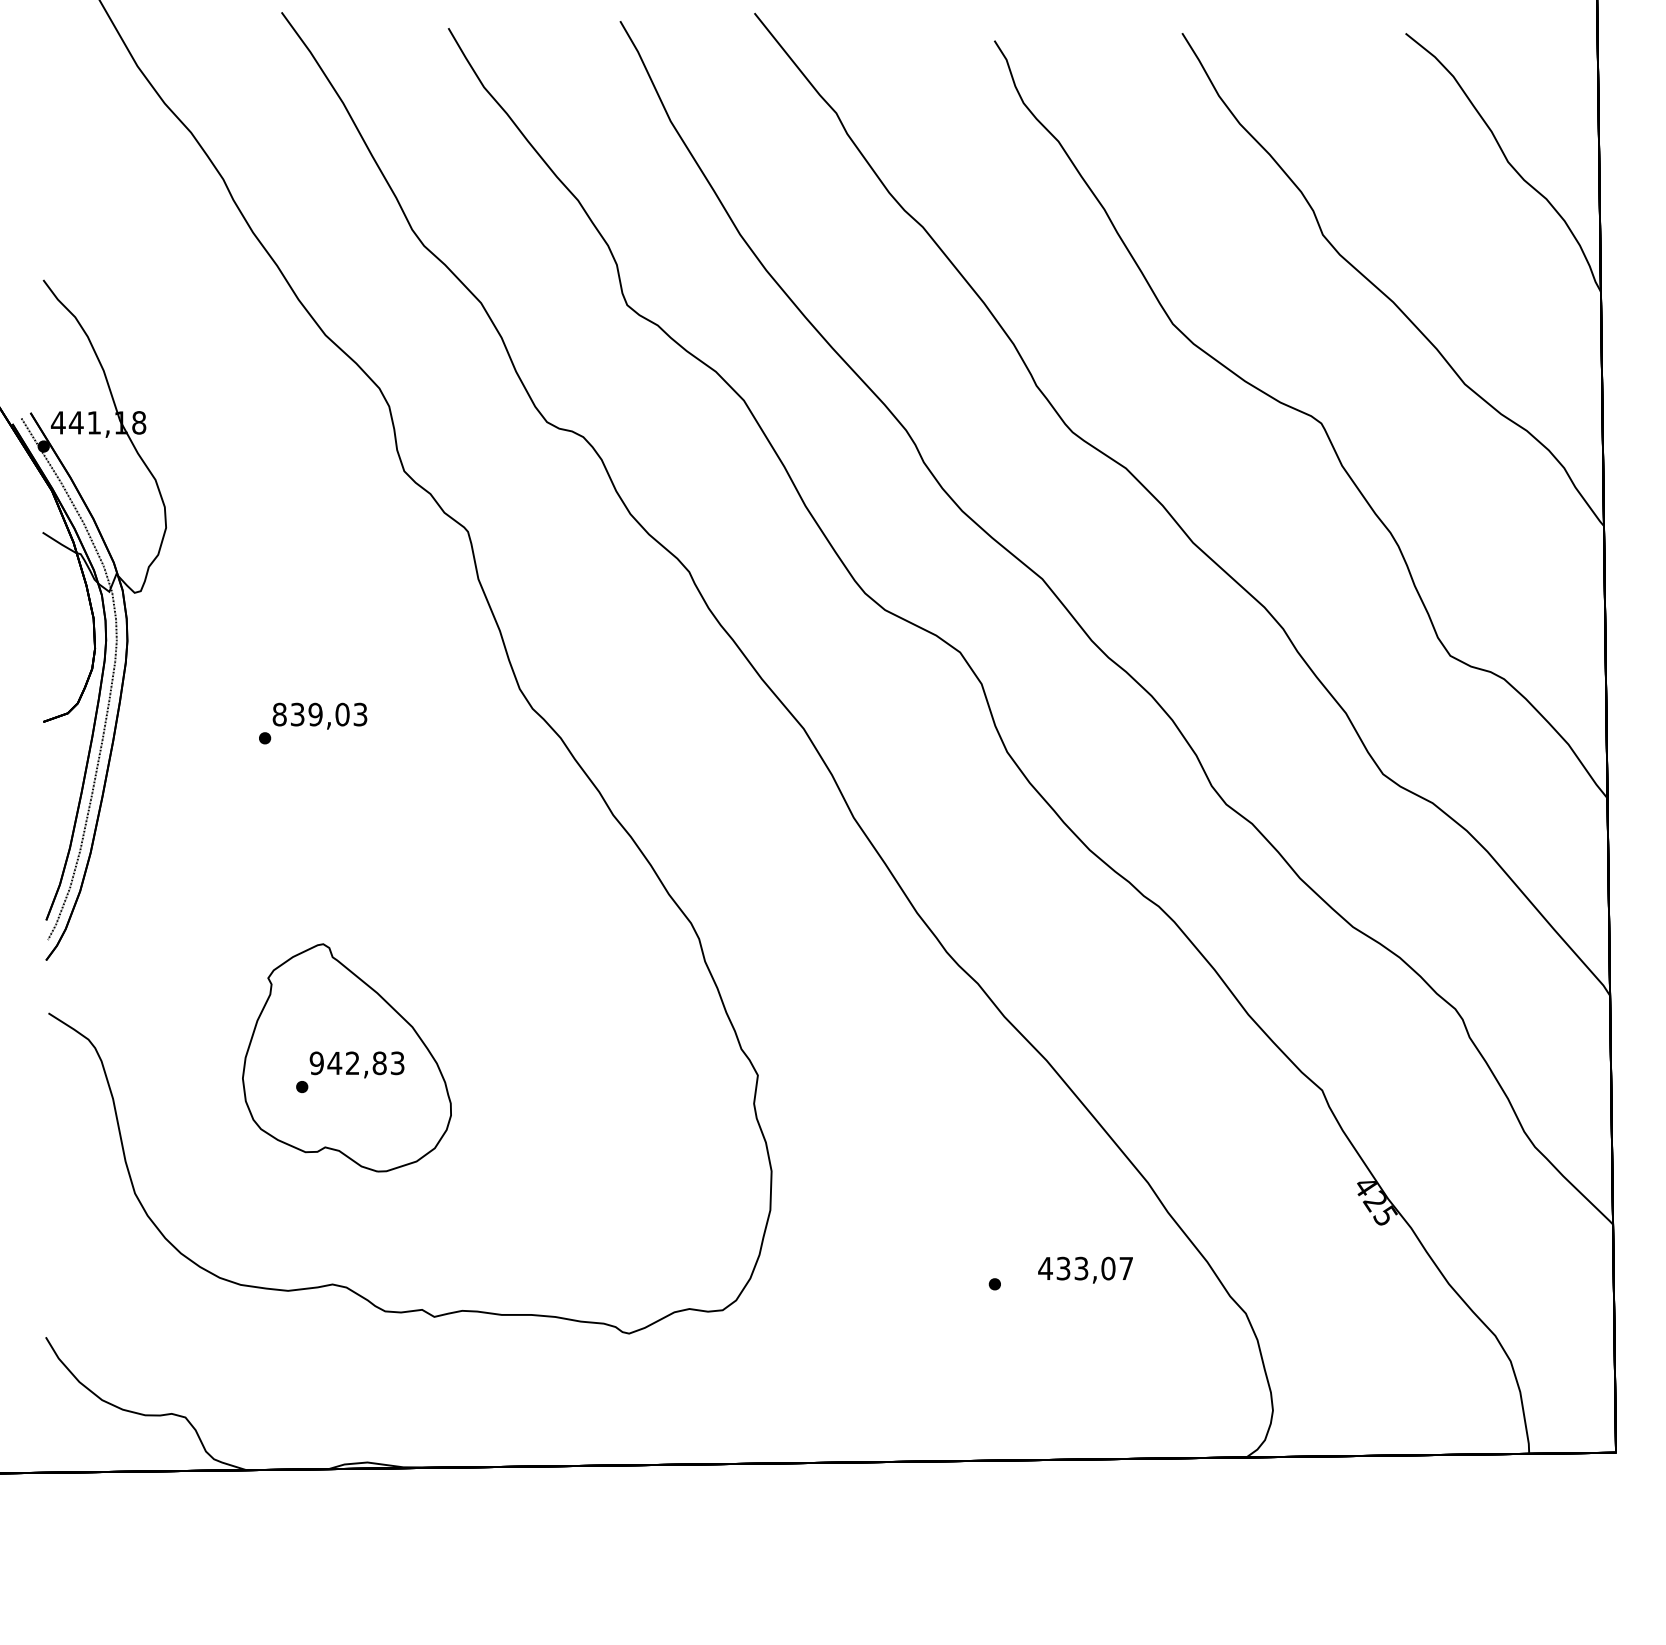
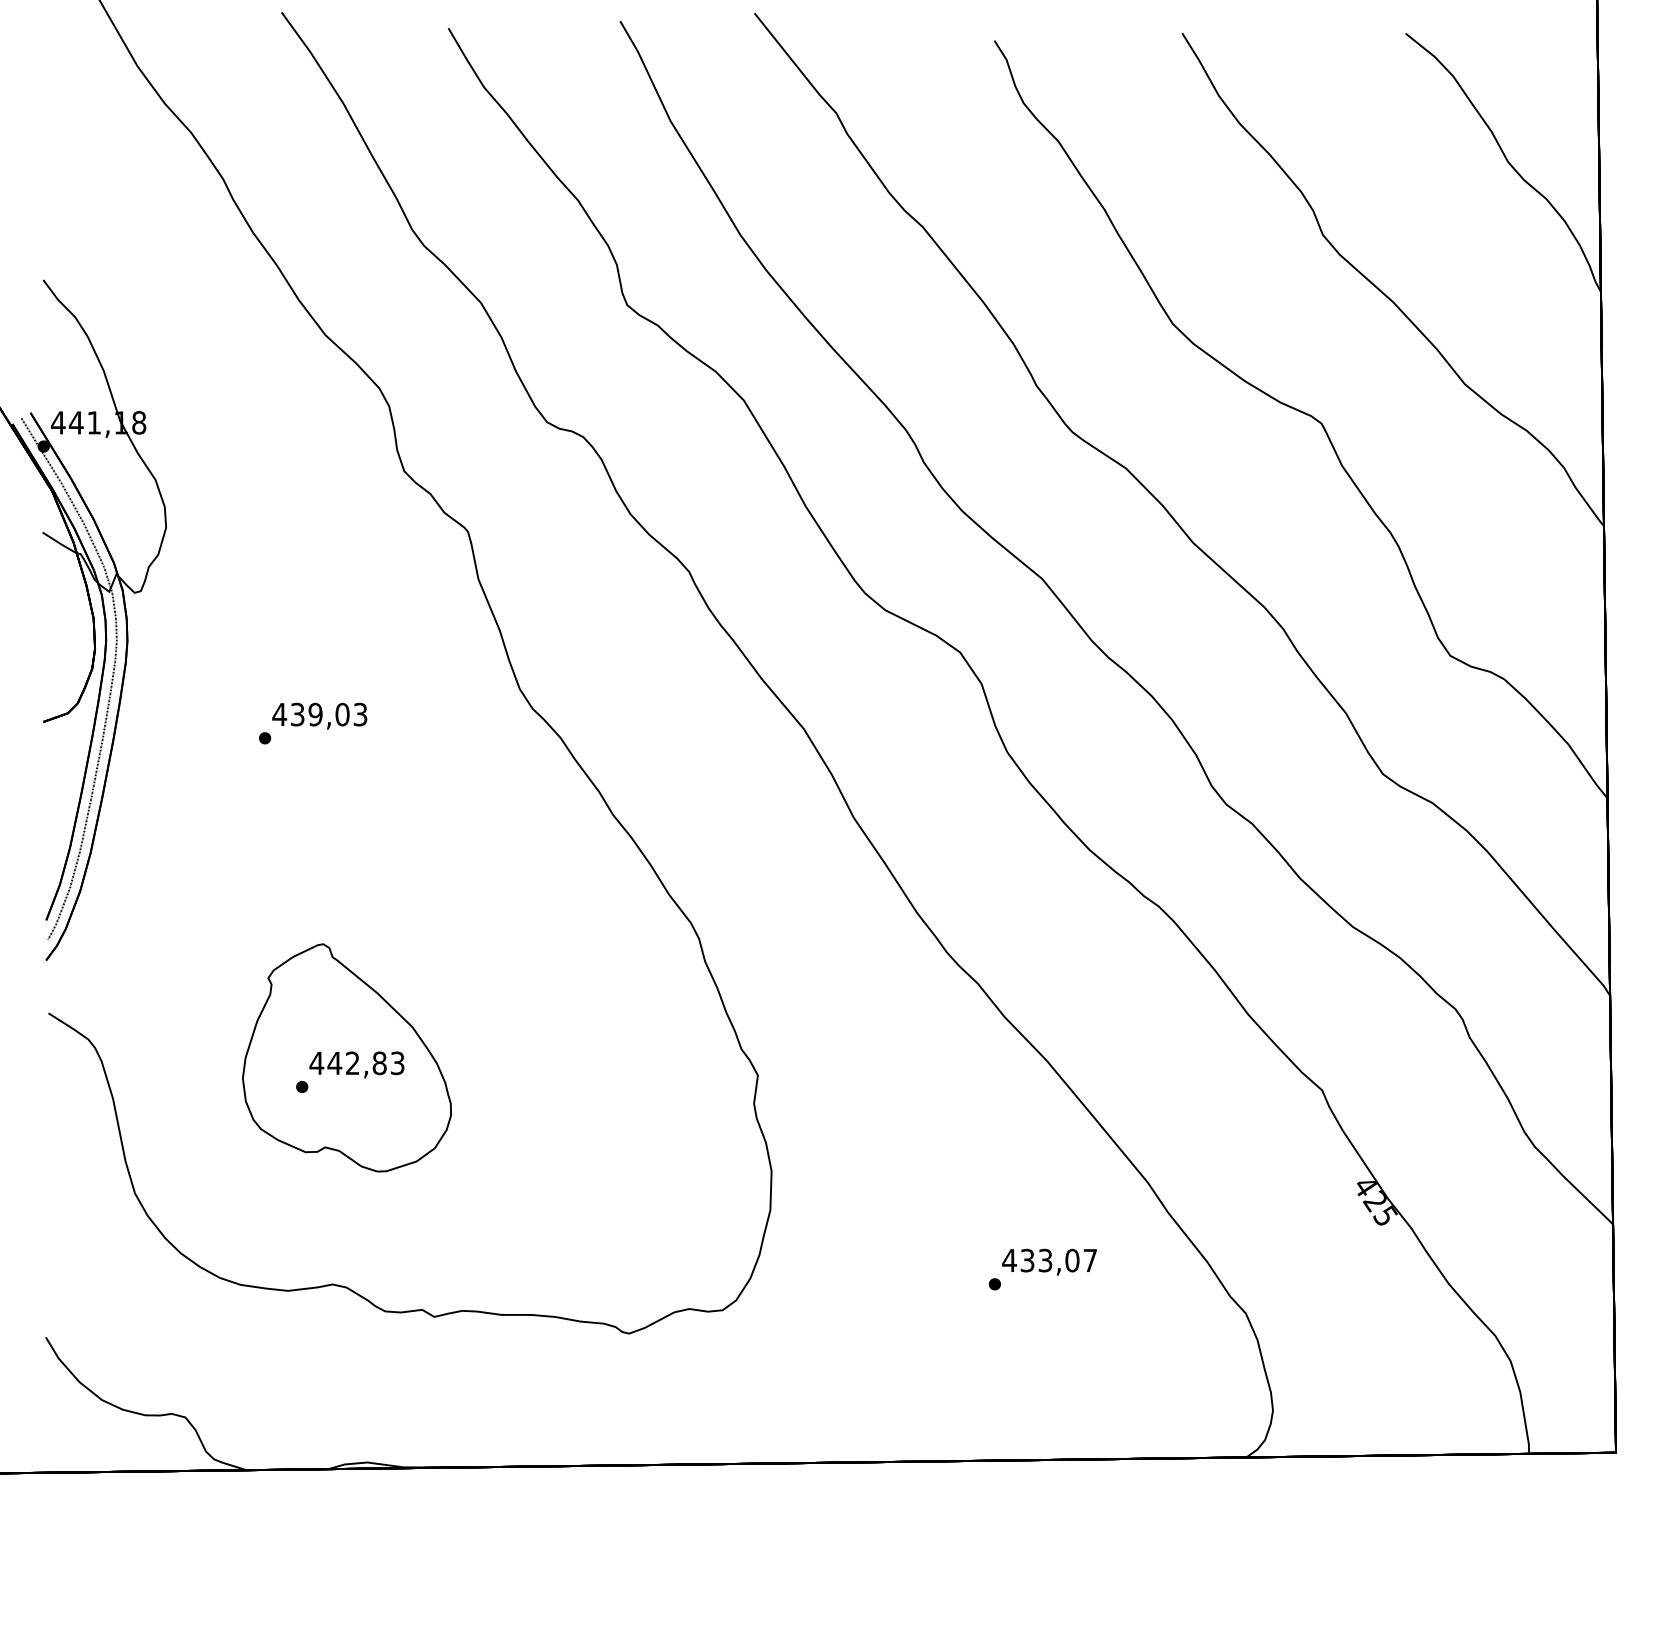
text at (279, 714): 839,03 -> 439,03
text at (316, 1063): 942,83 -> 442,83
text at (1085, 1269) position: (1085, 1269) -> (1049, 1261)
